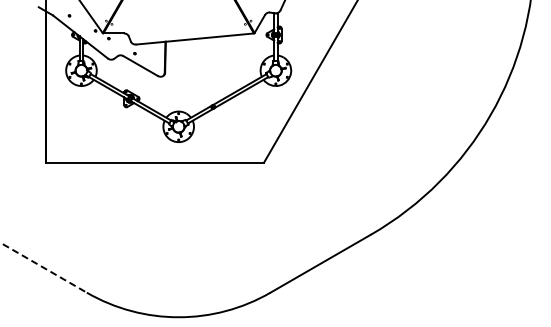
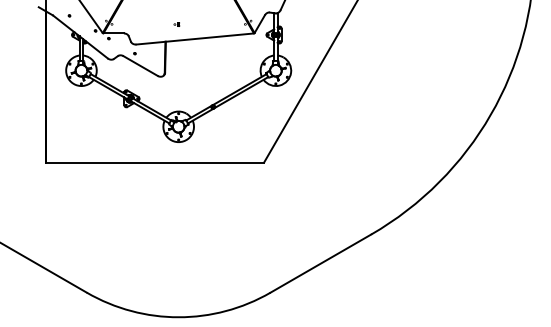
part at (176, 24): none -> present
line at (43, 267): dashed -> solid
